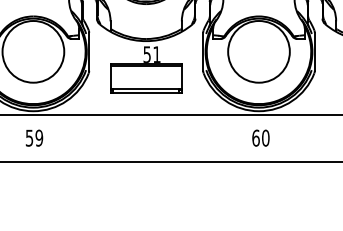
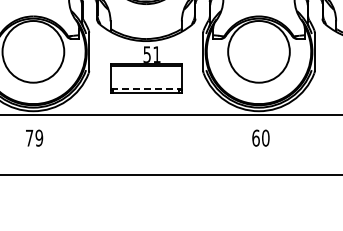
line at (146, 88): solid -> dashed
text at (29, 138): 59 -> 79
line at (170, 162) position: (170, 162) -> (170, 175)
